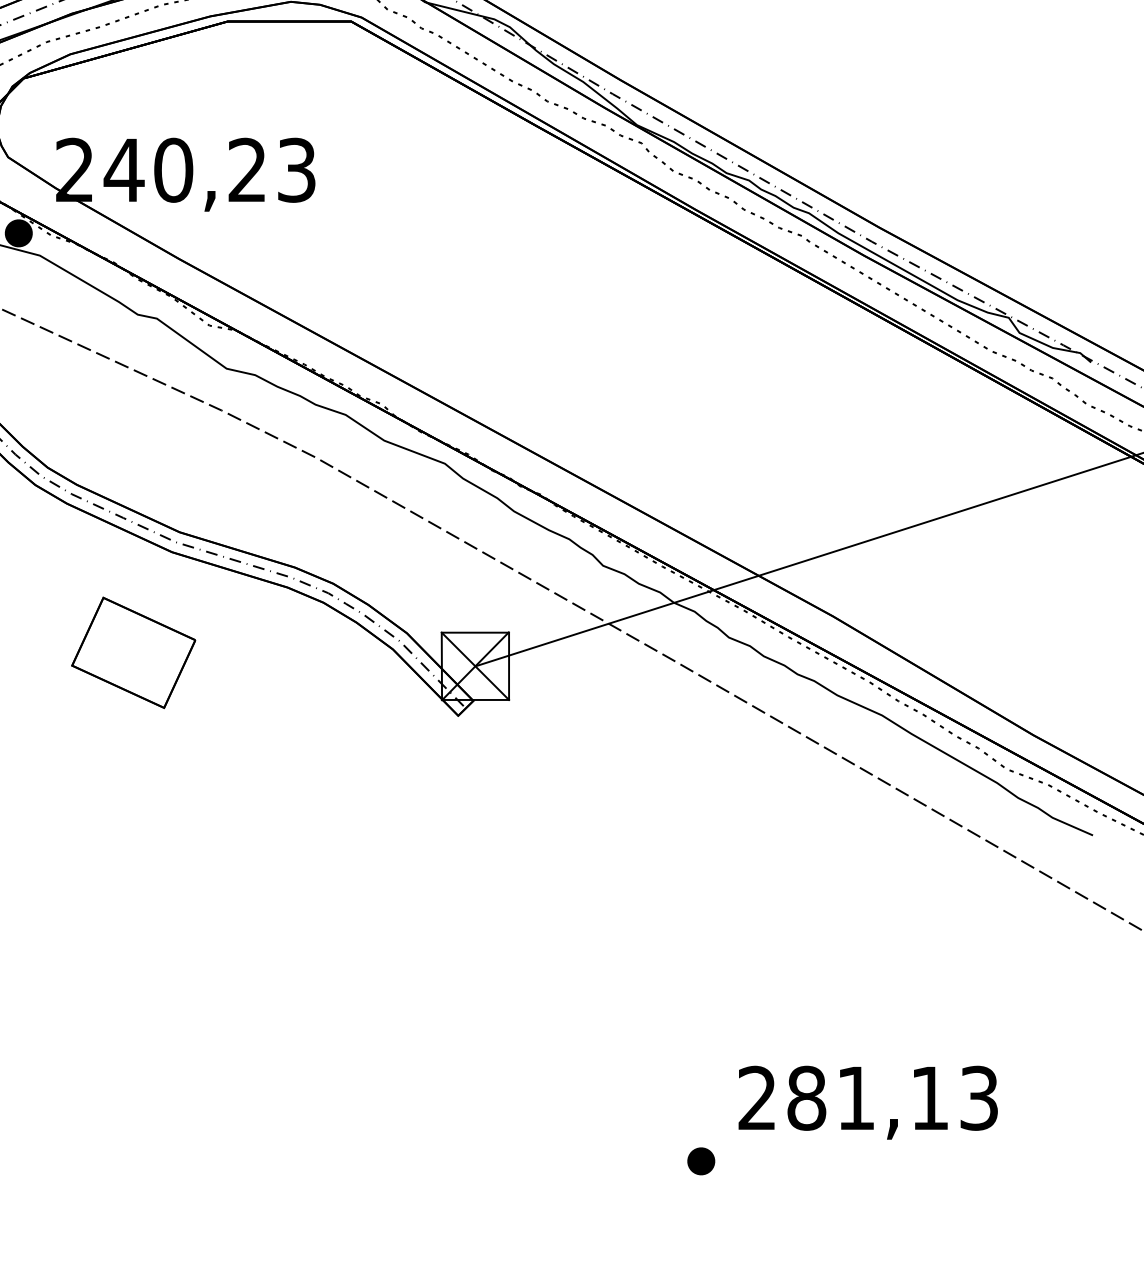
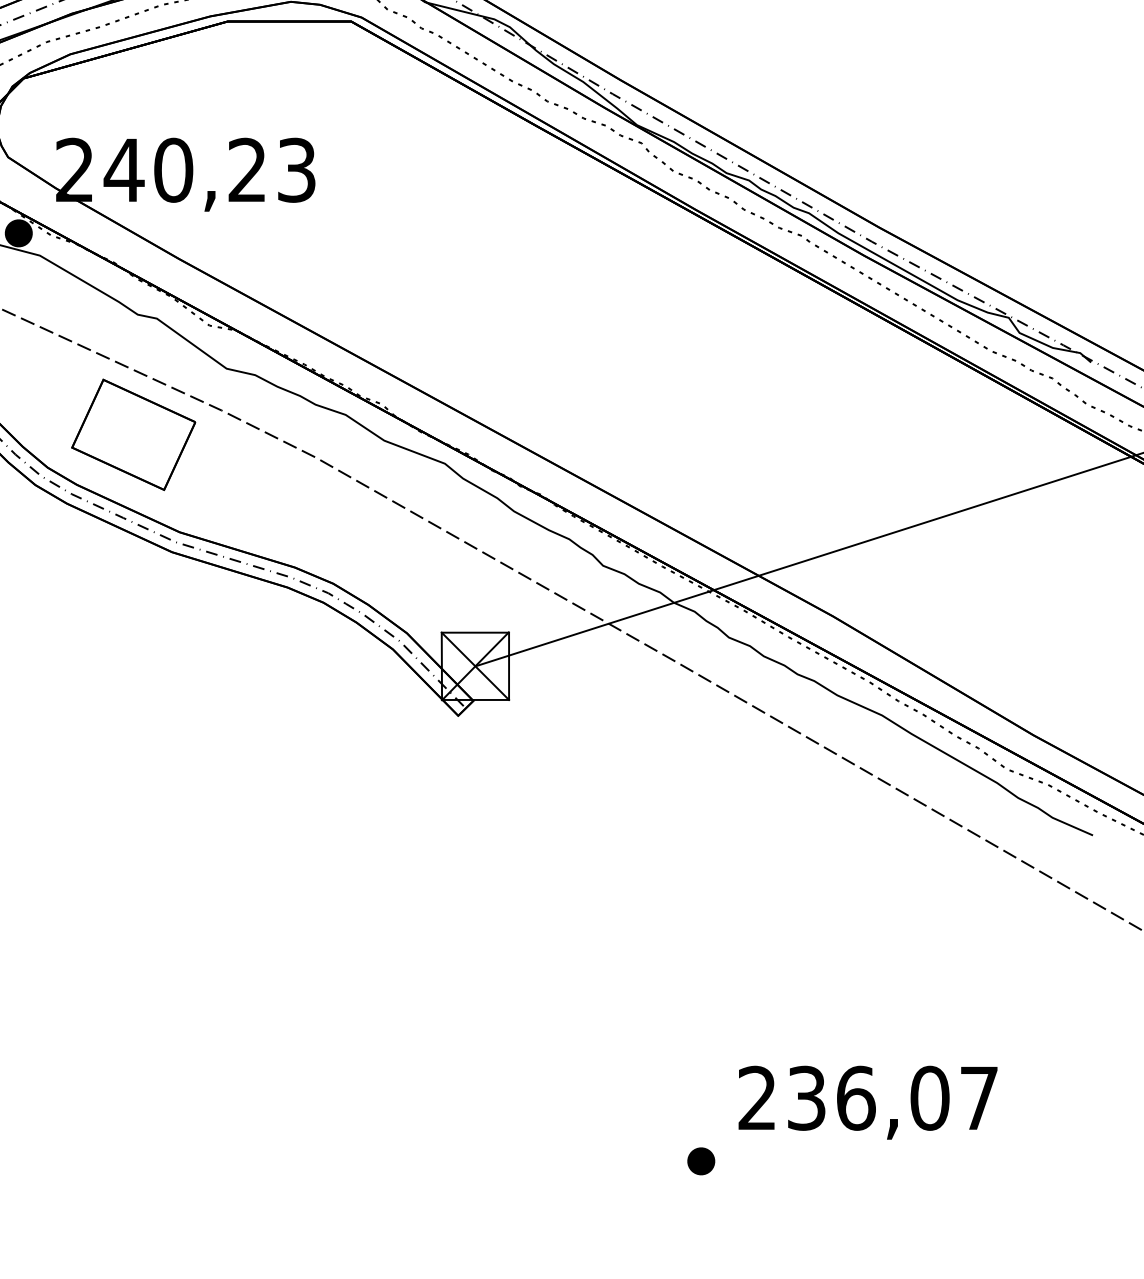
part at (133, 652) position: (133, 652) -> (133, 434)
text at (892, 1097): 281,13 -> 236,07
